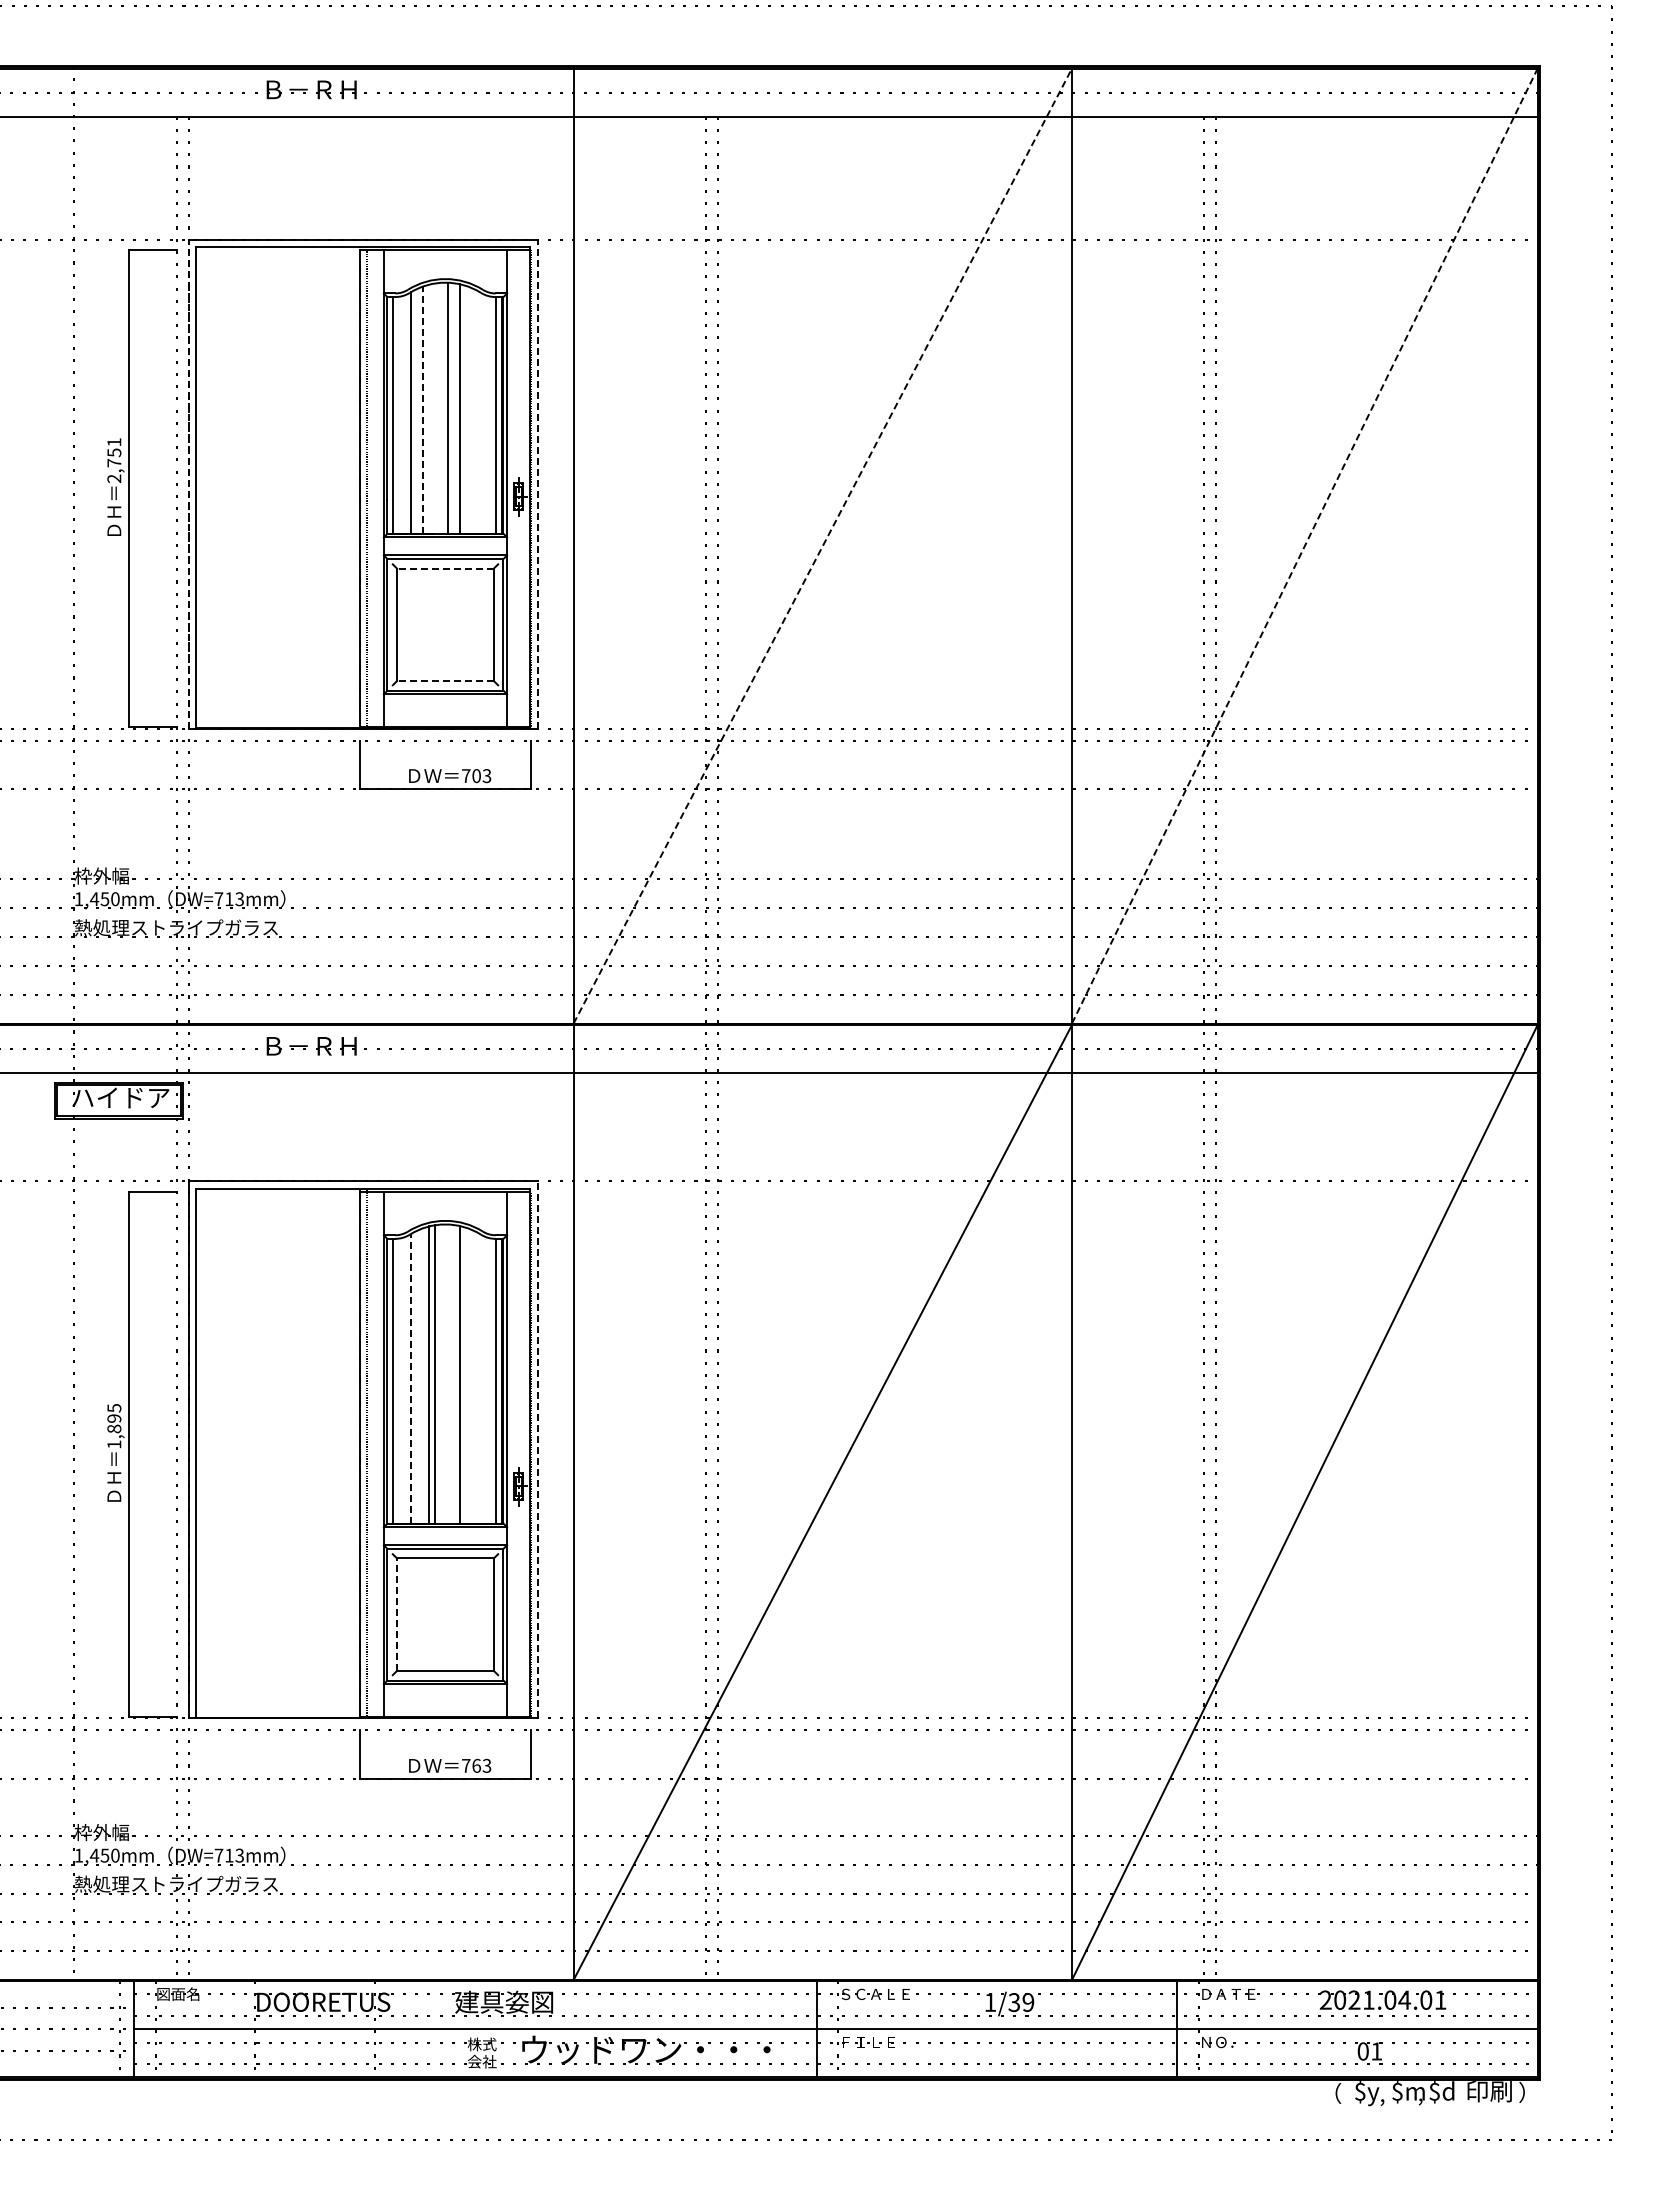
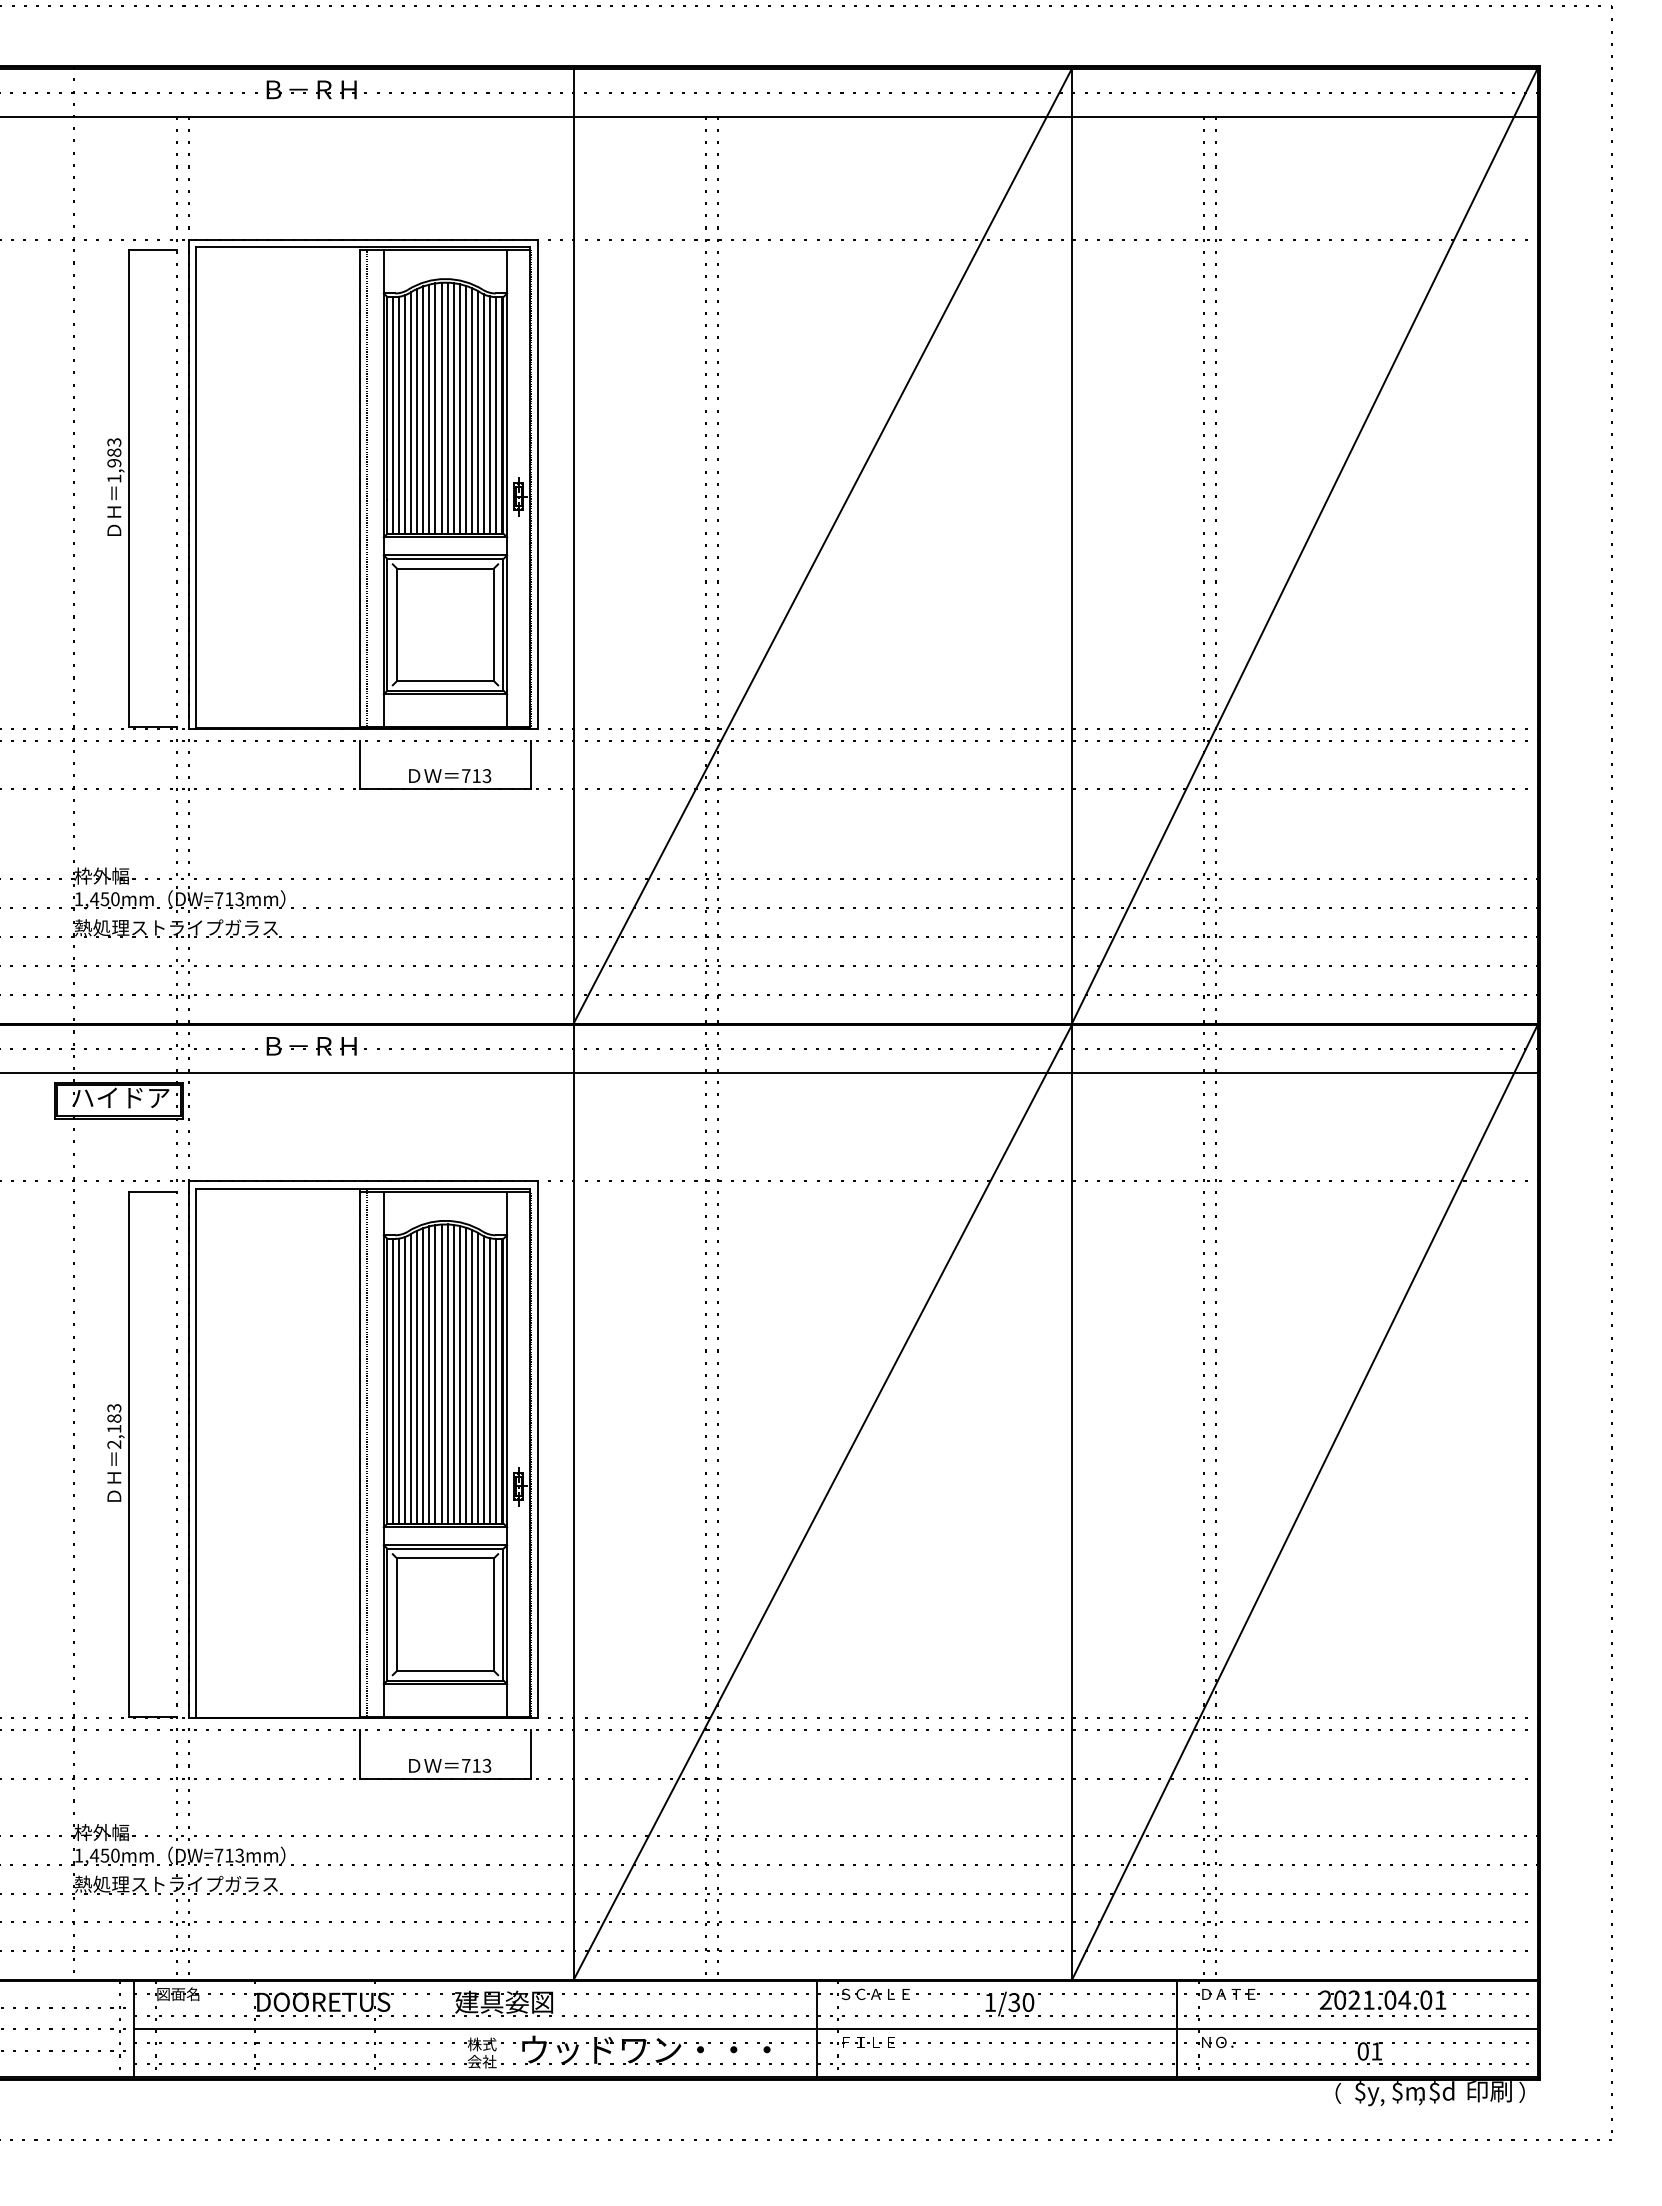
line at (441, 407): none -> present
line at (429, 408): none -> present
line at (435, 408): none -> present
line at (453, 408): none -> present
line at (465, 409): none -> present
line at (417, 410): none -> present
line at (423, 410): dashed -> solid
line at (471, 410): none -> present
line at (477, 411): none -> present
line at (483, 413): none -> present
line at (399, 414): none -> present
line at (405, 414): none -> present
line at (489, 414): none -> present
text at (114, 460): 2,751 -> 1,983
line at (189, 483): dashed -> solid
line at (537, 483): dashed -> solid
line at (1305, 545): dashed -> solid
line at (822, 546): dashed -> solid
line at (444, 568): dashed -> solid
line at (444, 681): dashed -> solid
text at (476, 776): 703 -> 713
line at (441, 1373): none -> present
line at (447, 1373): none -> present
line at (453, 1373): none -> present
line at (423, 1375): none -> present
line at (465, 1375): none -> present
line at (417, 1376): none -> present
line at (471, 1376): none -> present
line at (477, 1377): none -> present
line at (411, 1378): dashed -> solid
line at (405, 1379): none -> present
line at (483, 1379): none -> present
line at (399, 1380): none -> present
line at (489, 1380): none -> present
text at (114, 1426): 1,895 -> 2,183
line at (537, 1449): dashed -> solid
line at (397, 1614): dashed -> solid
text at (476, 1765): 763 -> 713
text at (1028, 2002): 1/39 -> 1/30
